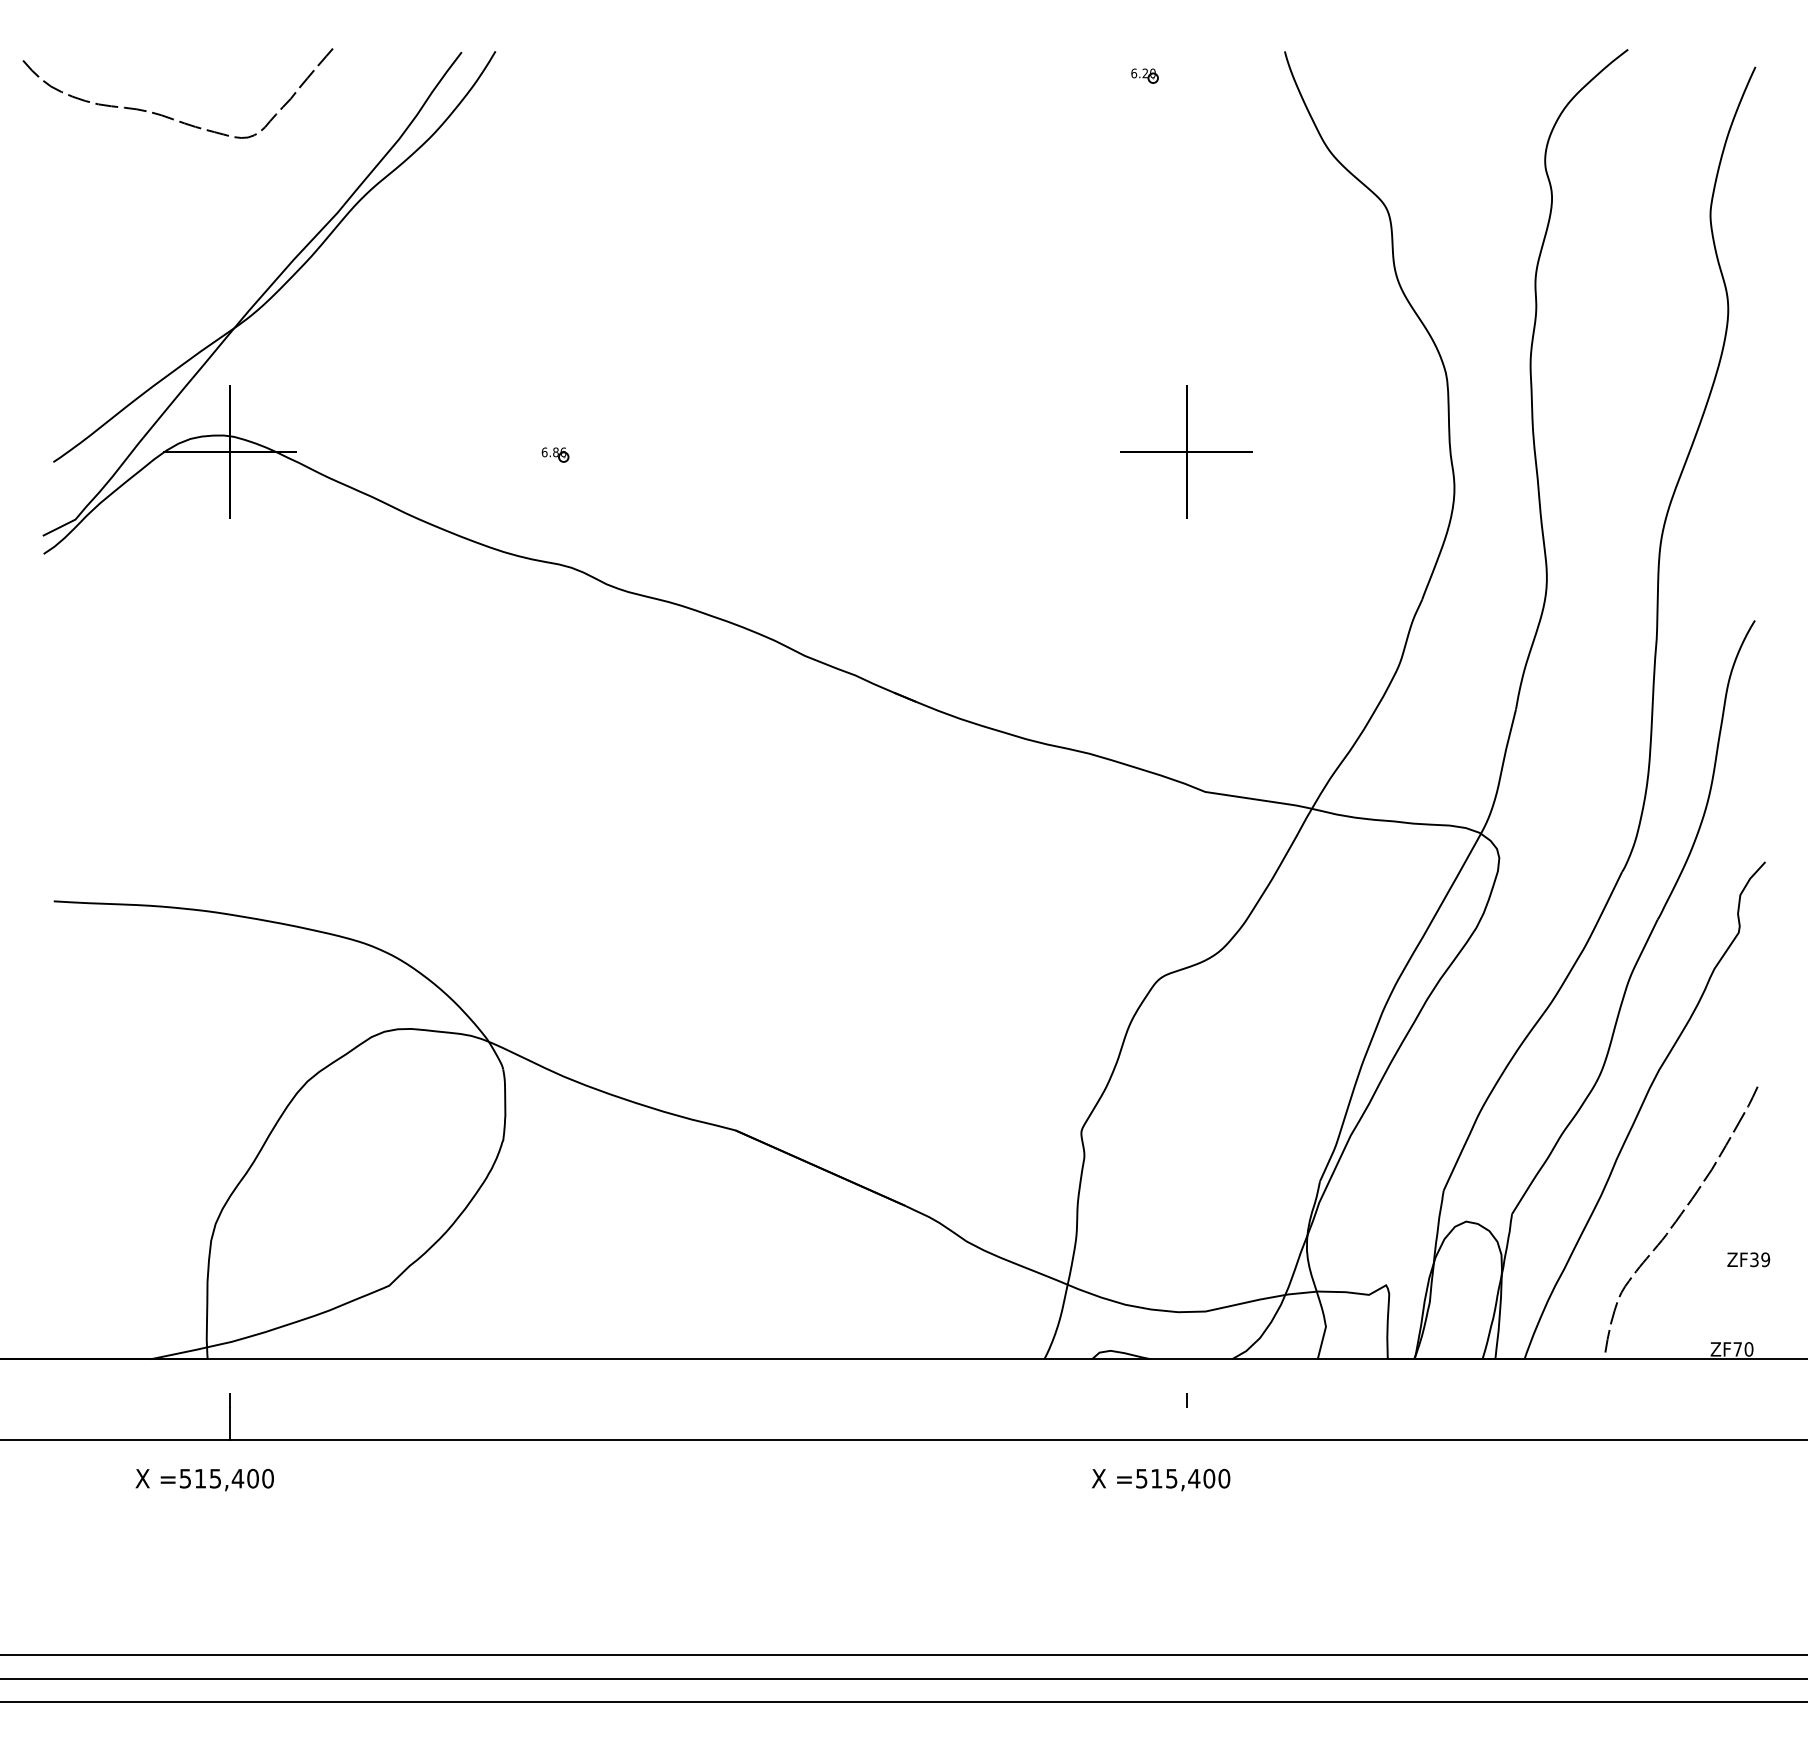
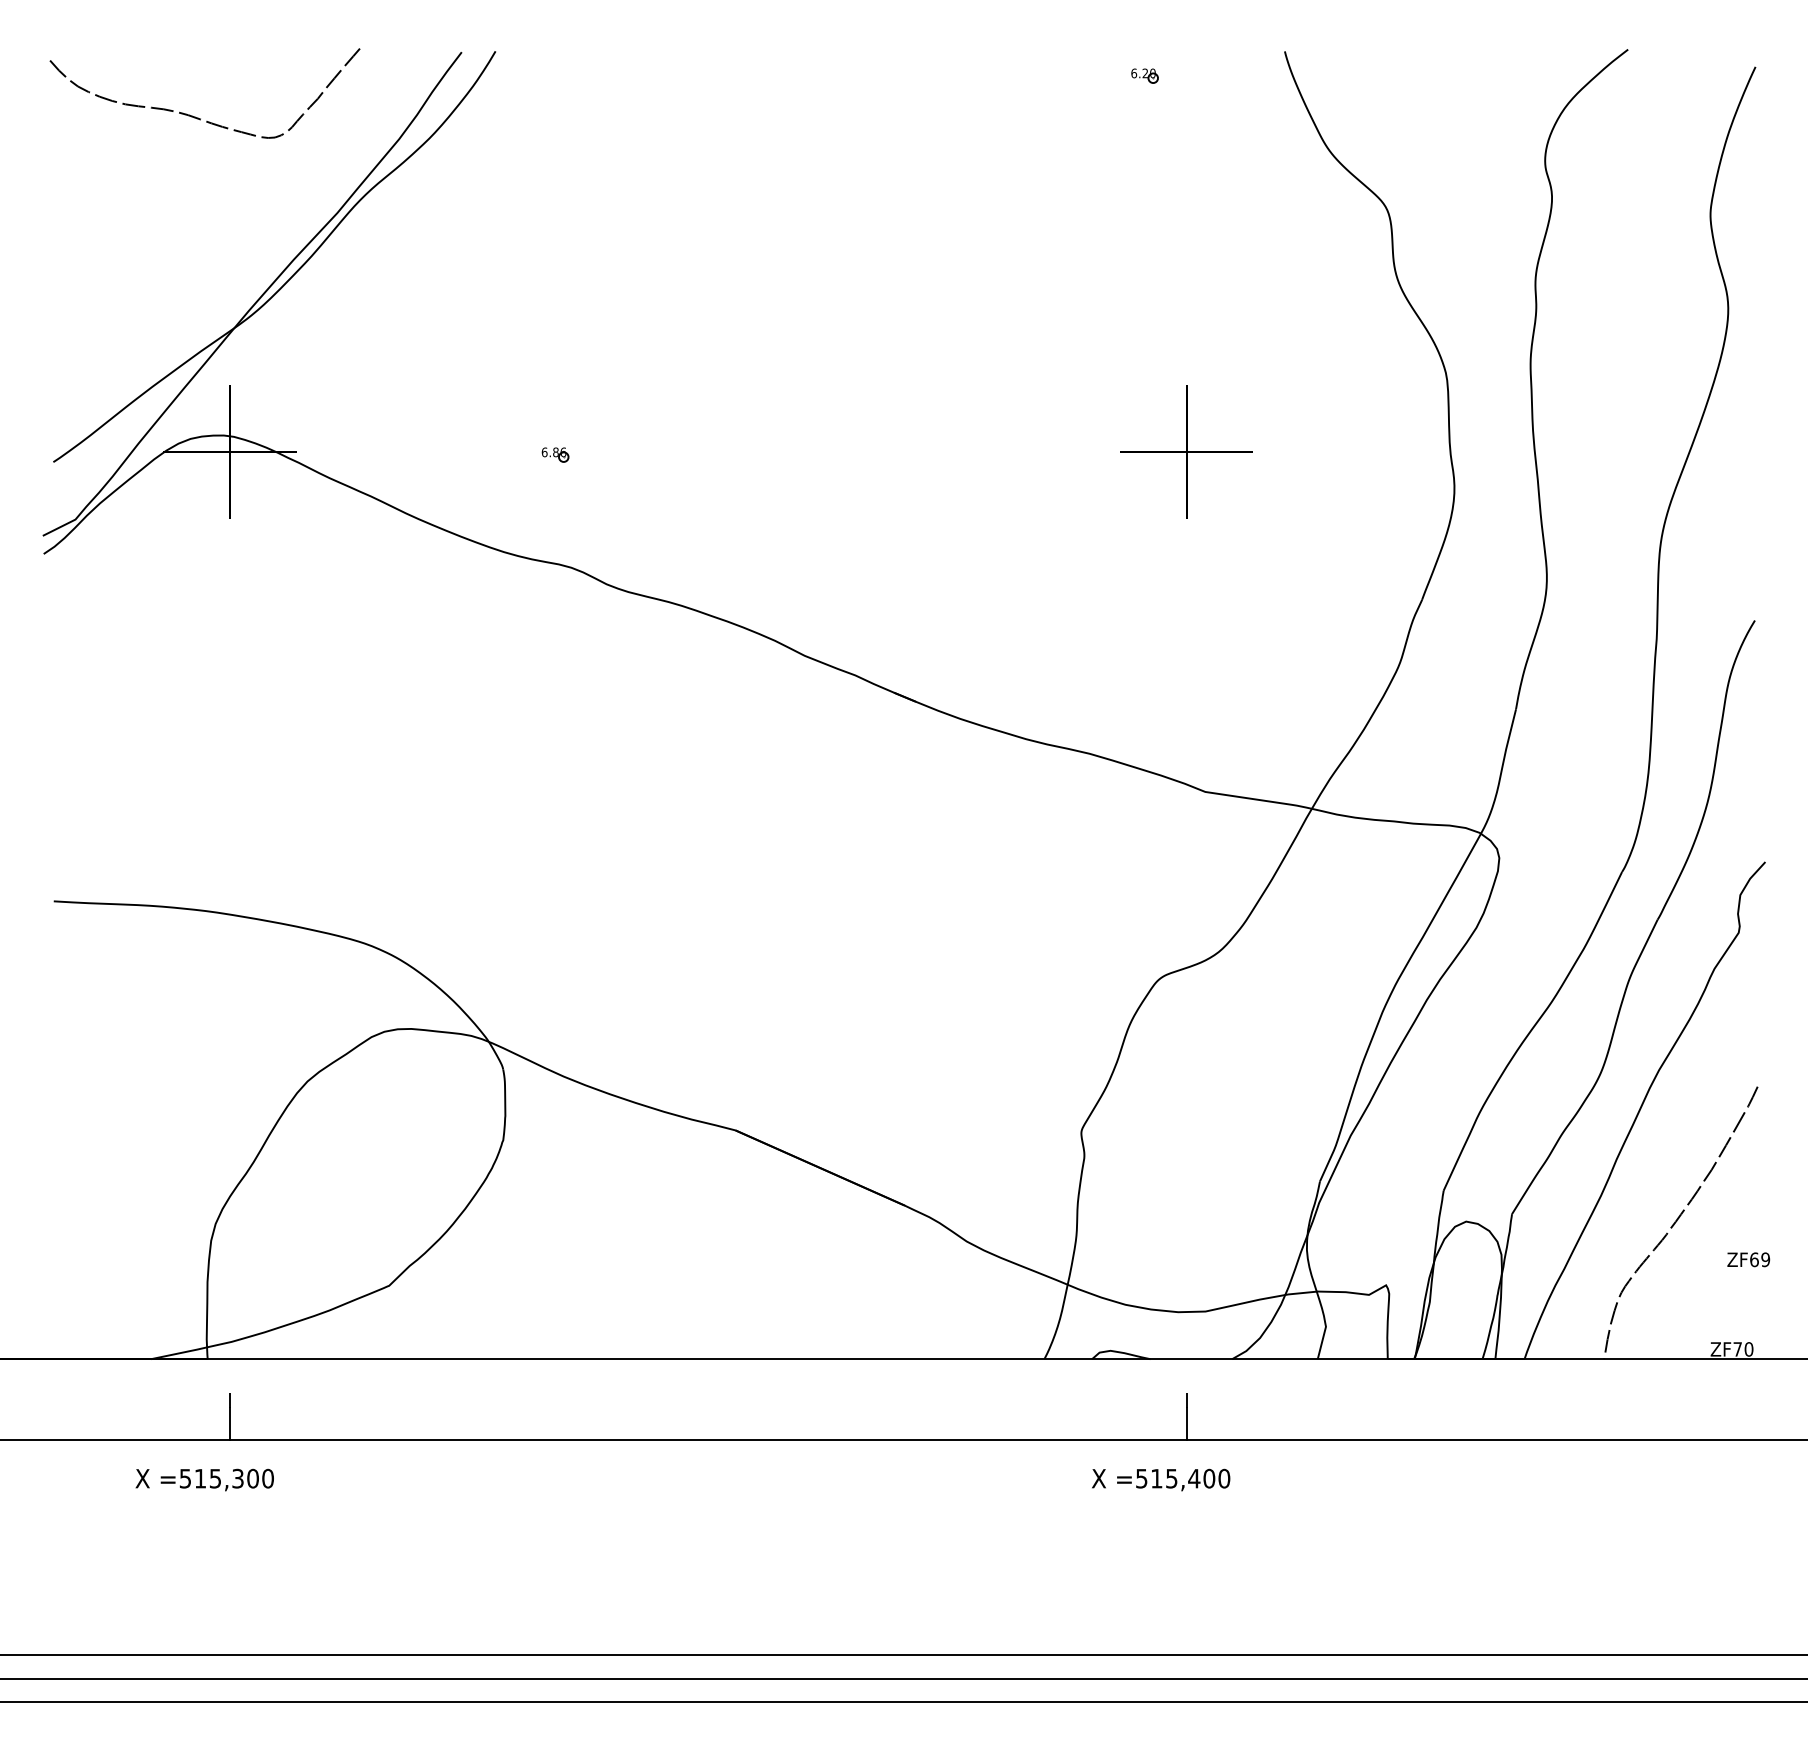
curve at (168, 116) position: (168, 116) -> (195, 116)
text at (1754, 1259): ZF39 -> ZF69
line at (1186, 1424): none -> present
text at (237, 1478): =515,400 -> =515,300
